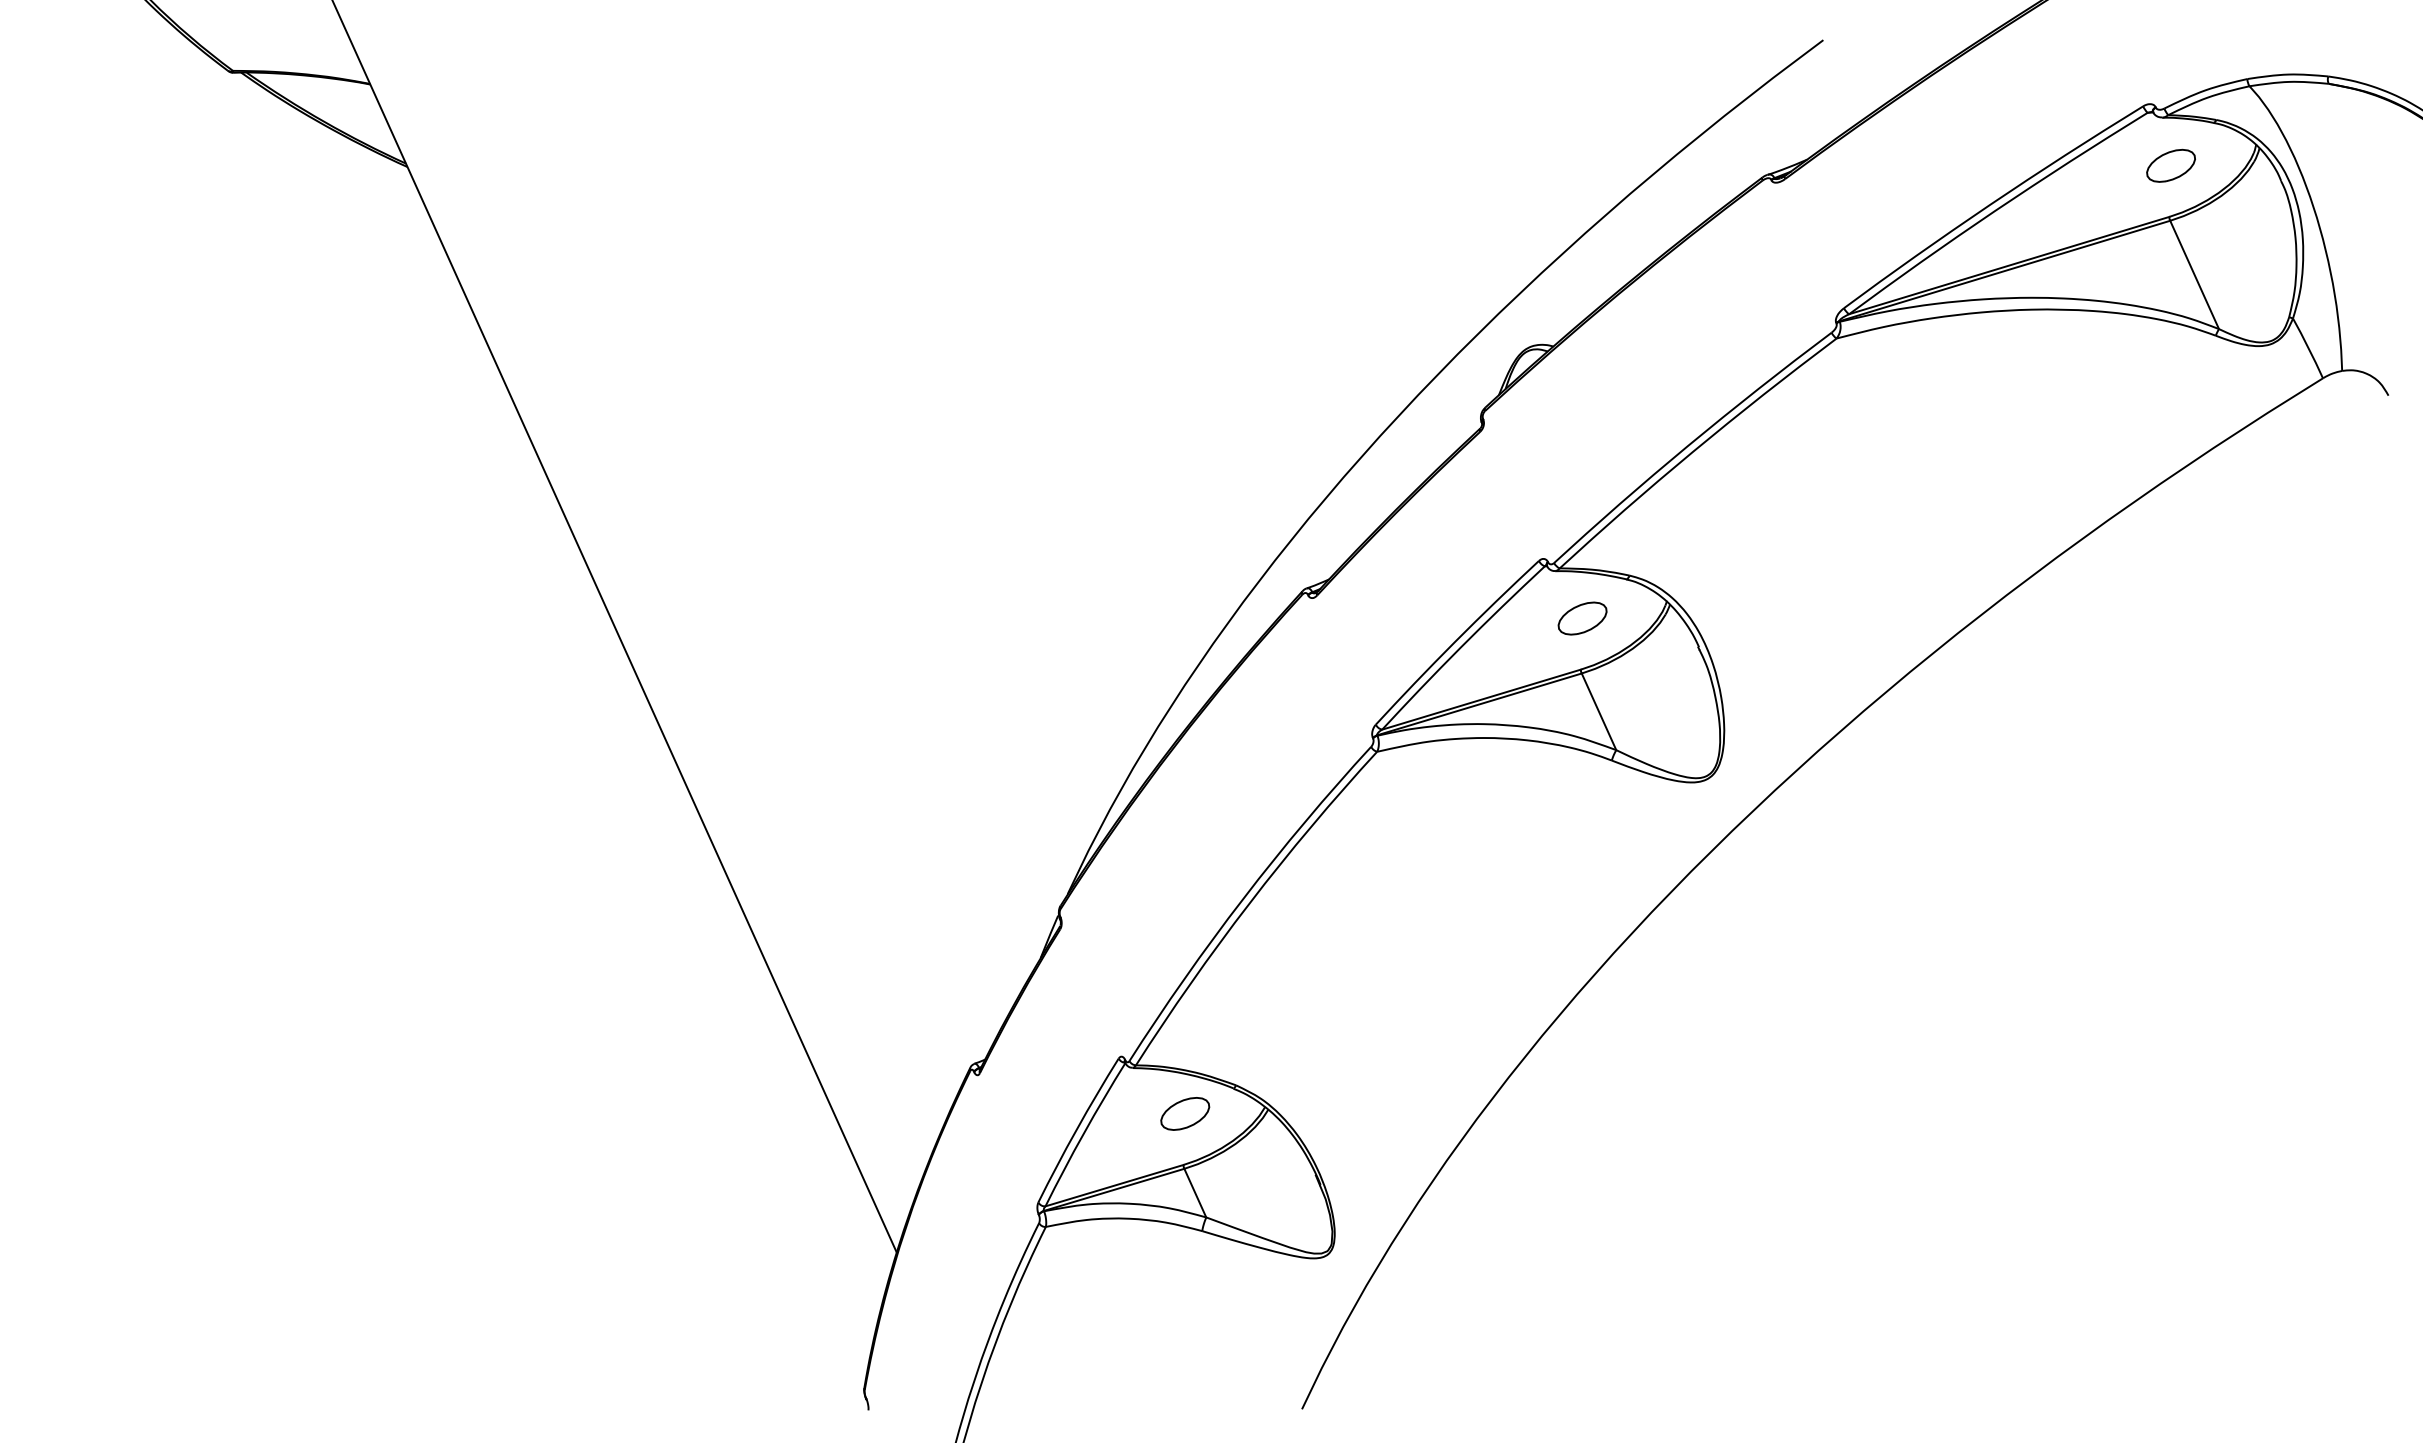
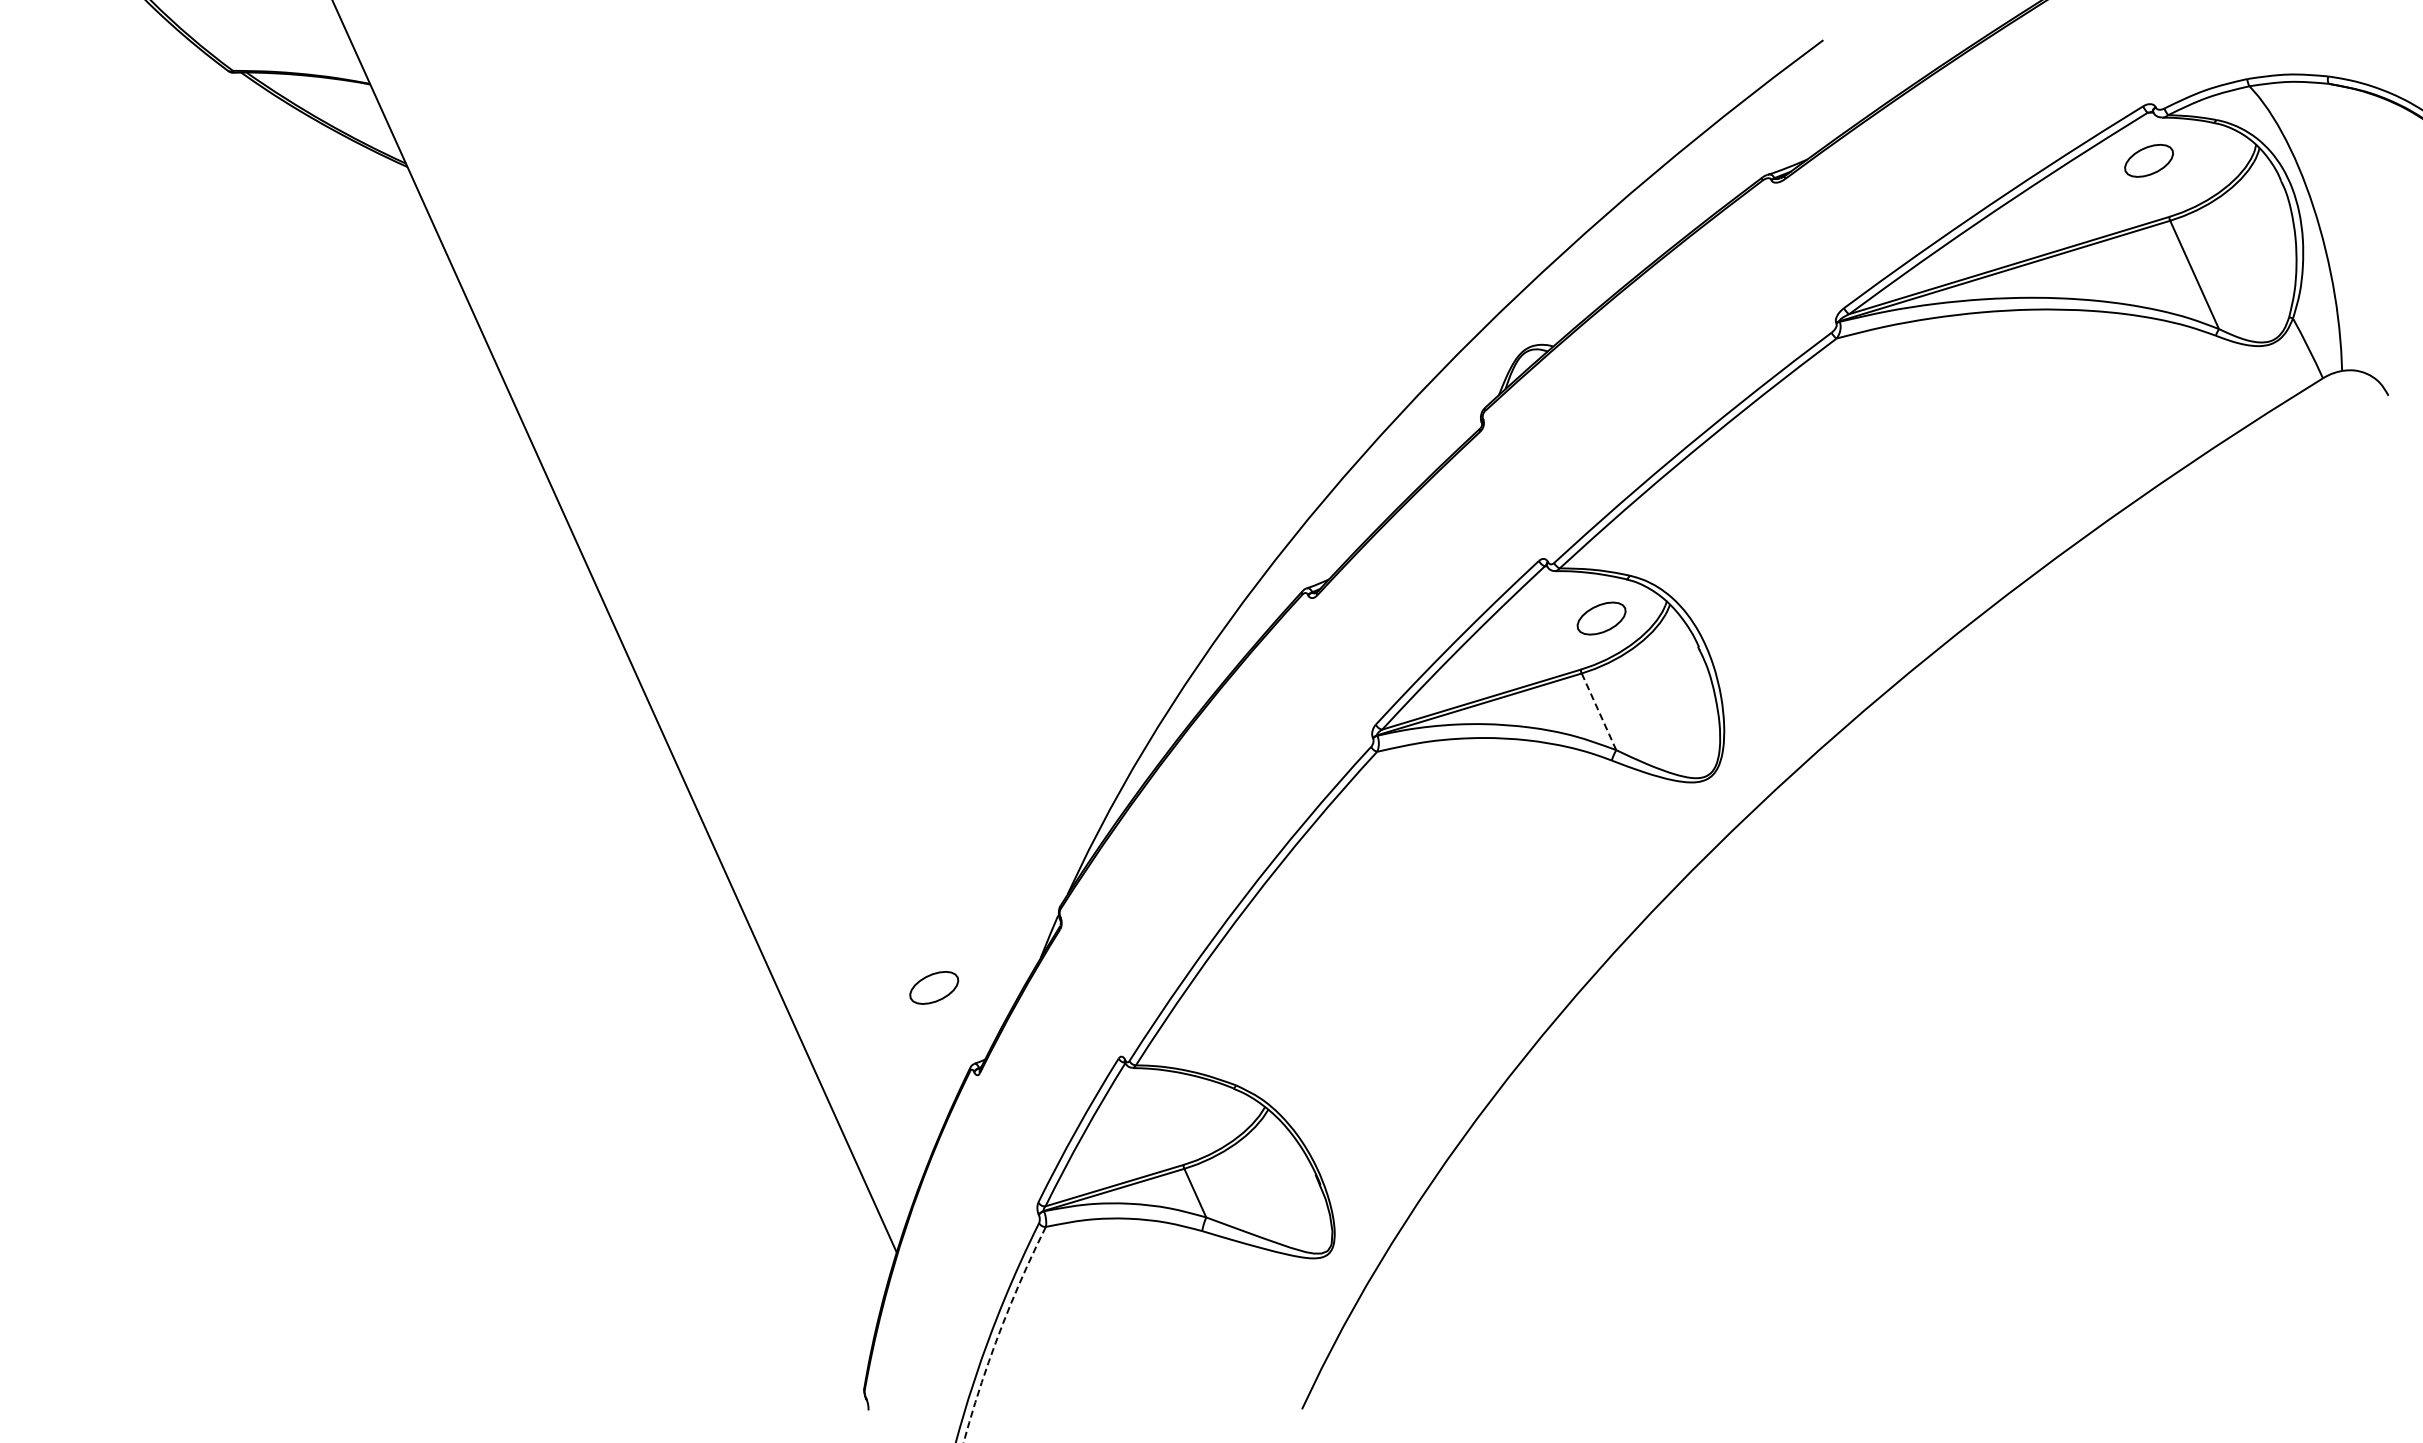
part at (2170, 165) position: (2170, 165) -> (2148, 160)
part at (1582, 618) position: (1582, 618) -> (1601, 618)
line at (1598, 711): solid -> dashed
part at (1185, 1113) position: (1185, 1113) -> (934, 987)
arc at (999, 1333): solid -> dashed
